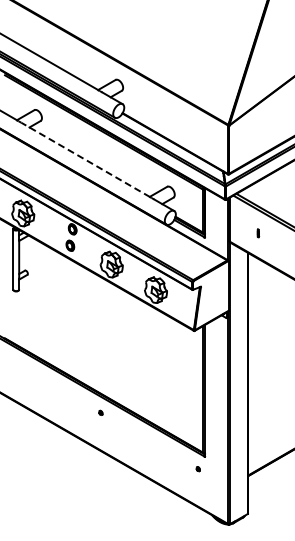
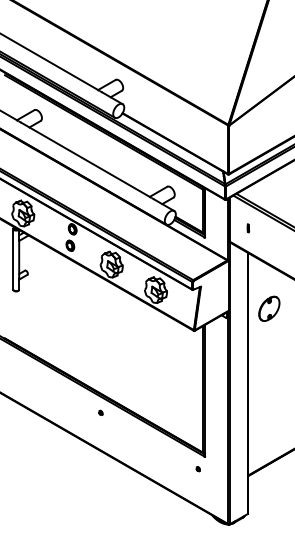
line at (85, 159): dashed -> solid
part at (258, 233) position: (258, 233) -> (248, 228)
part at (269, 308): none -> present
